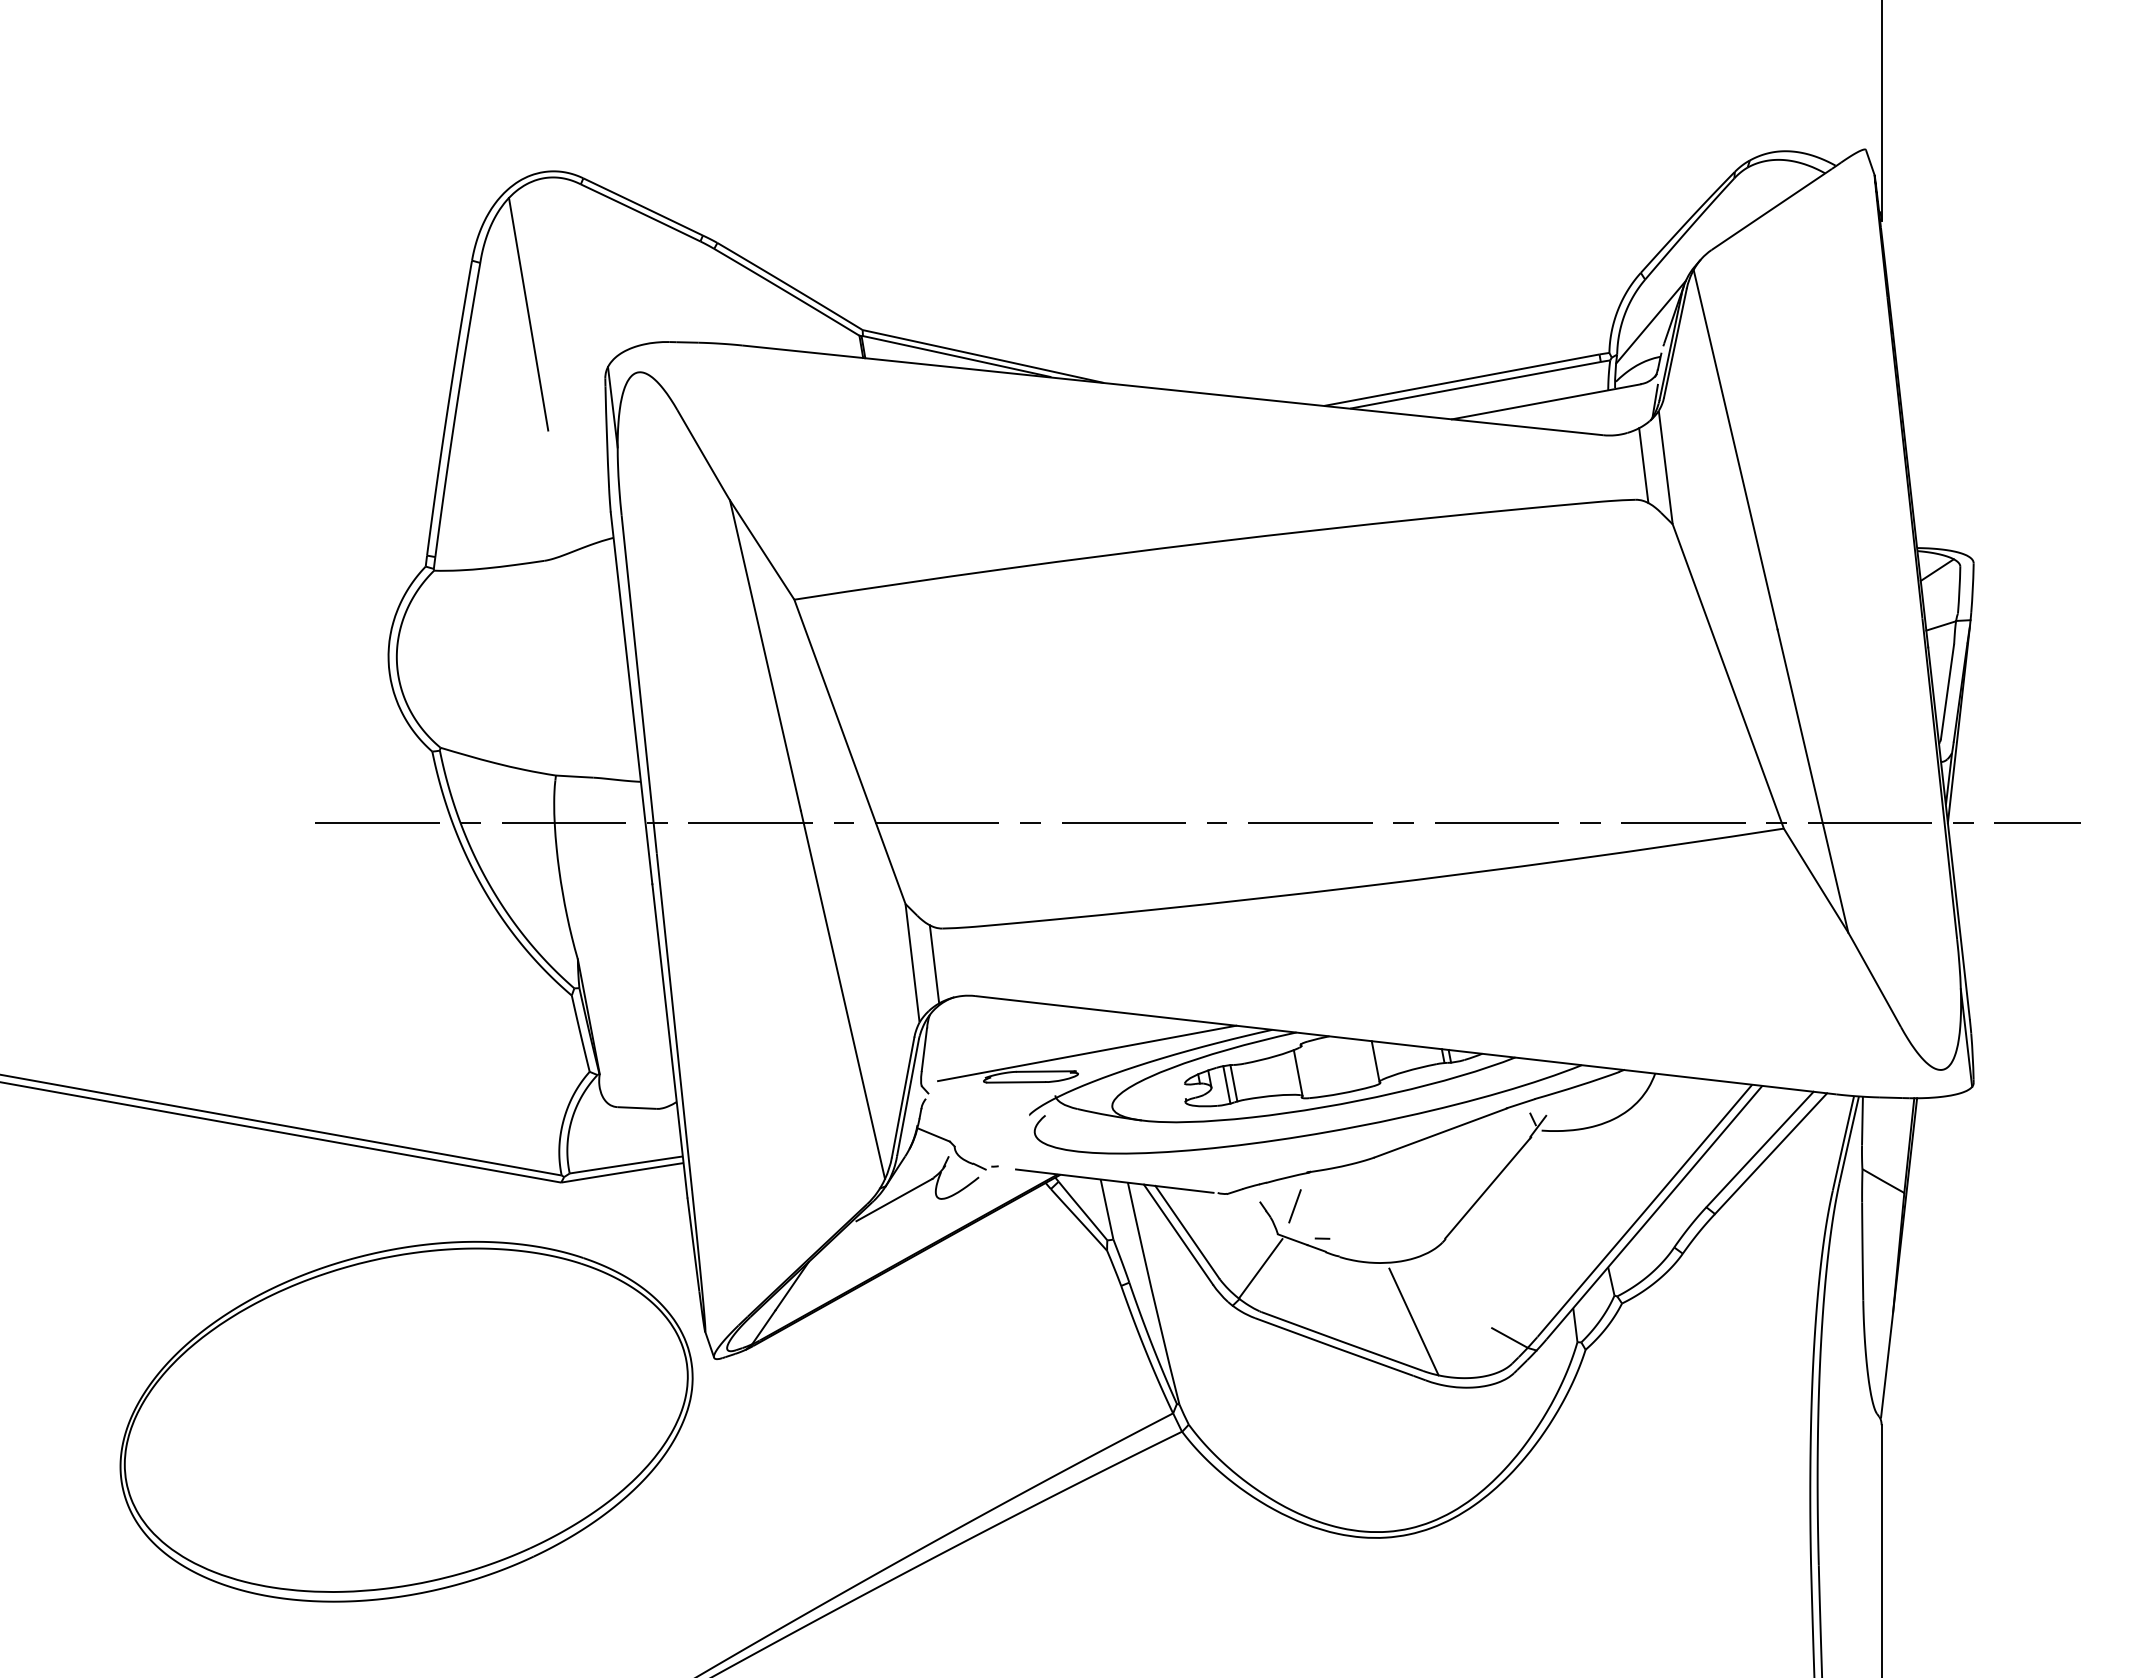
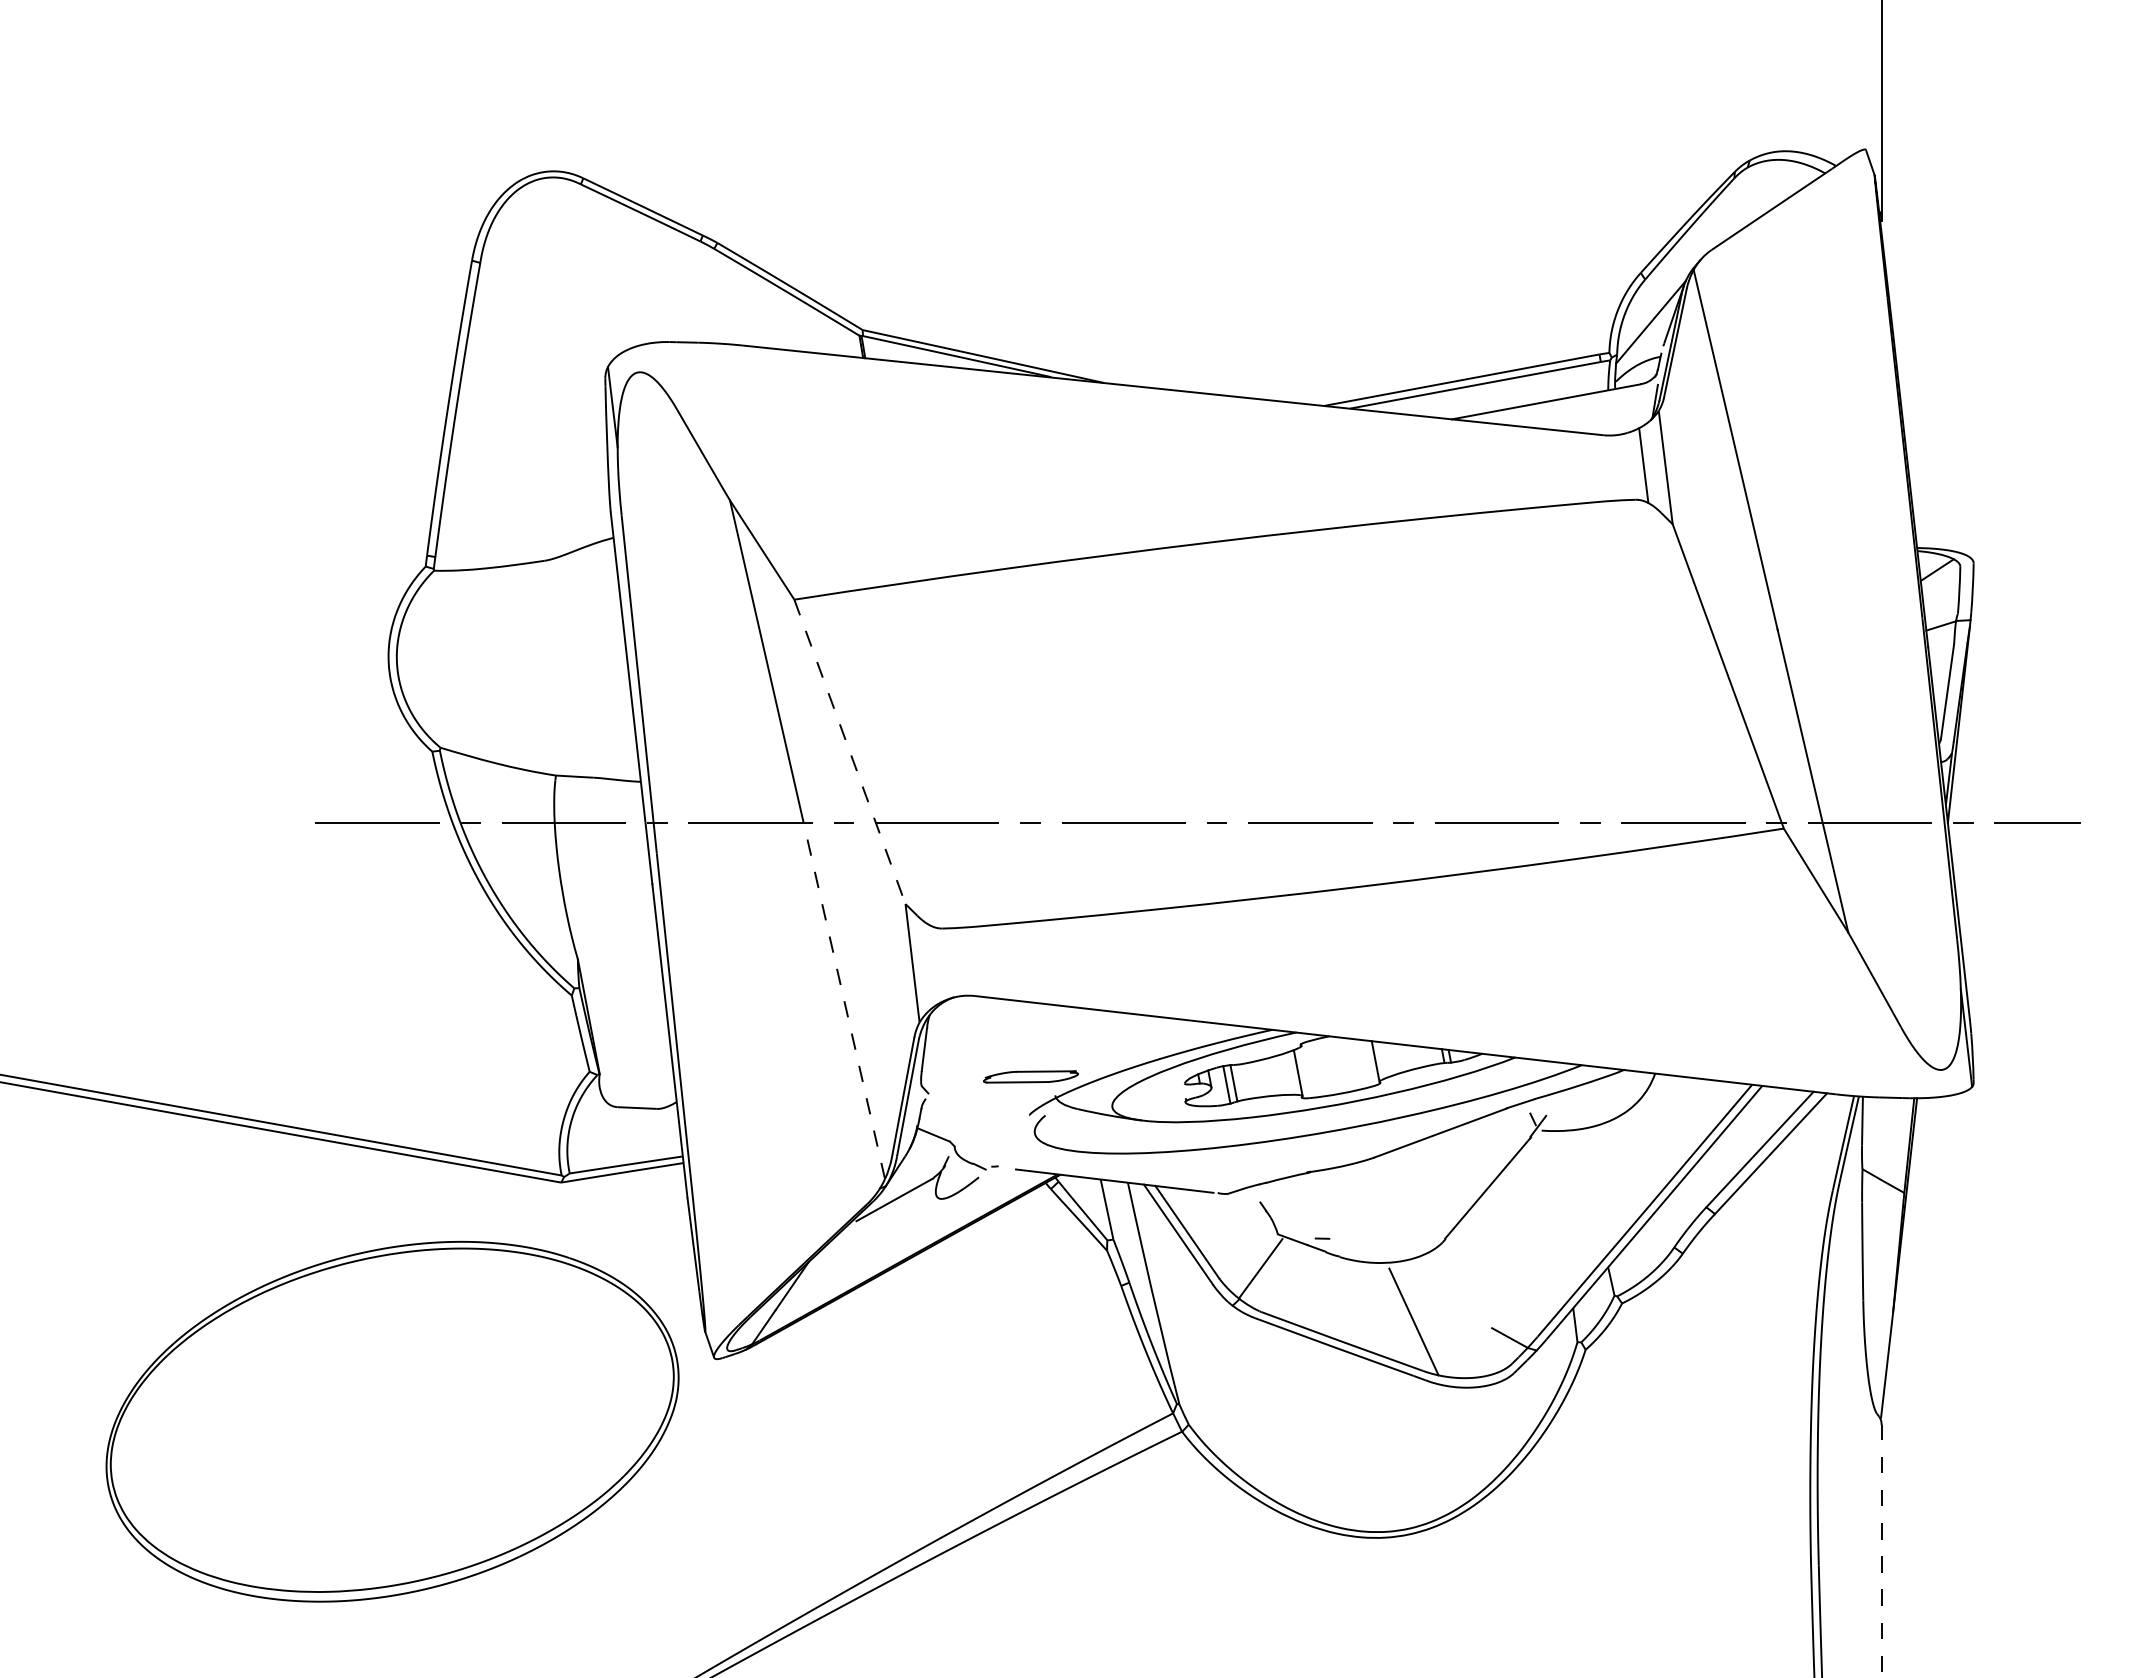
line at (528, 313): present -> none
line at (849, 751): solid -> dashed
line at (934, 964): present -> none
line at (842, 994): solid -> dashed
line at (1087, 1053): present -> none
line at (1294, 1206): present -> none
part at (406, 1421) position: (406, 1421) -> (392, 1421)
line at (1881, 1551): solid -> dashed
